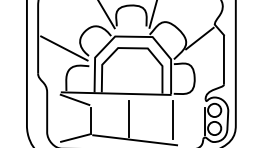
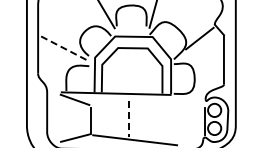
line at (64, 48): solid -> dashed
line at (129, 119): solid -> dashed
line at (172, 119): present -> none
